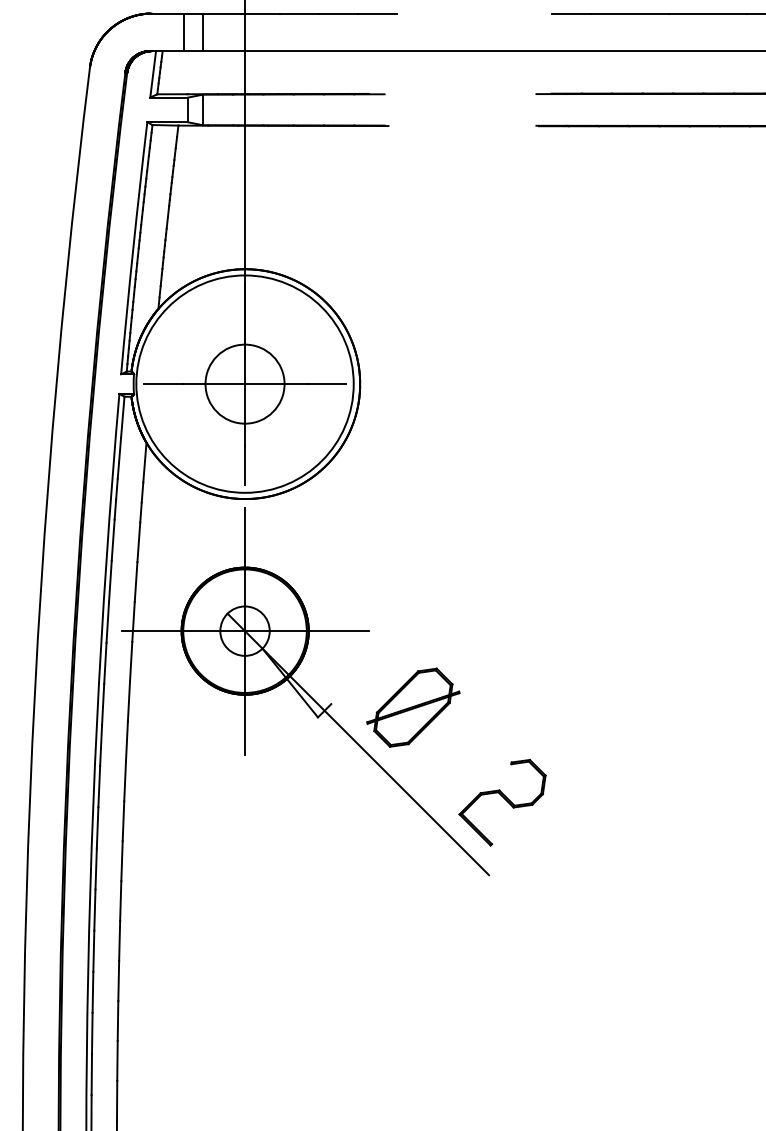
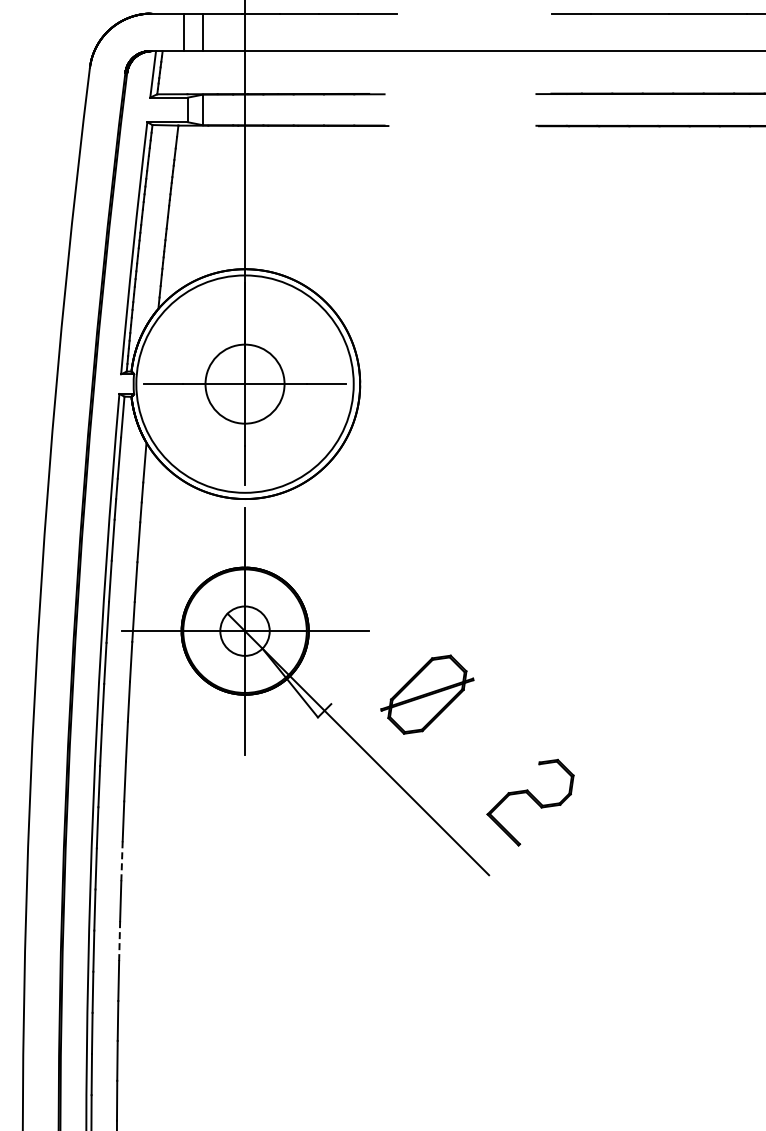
part at (413, 707) position: (413, 707) -> (427, 694)
part at (502, 802) position: (502, 802) -> (530, 802)
line at (122, 861): solid -> dashed
line at (119, 941): solid -> dashed
